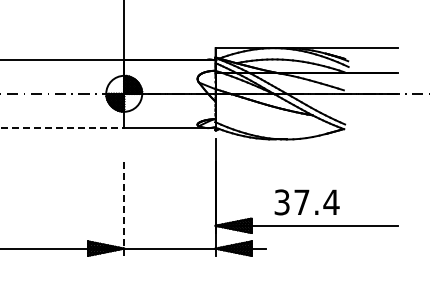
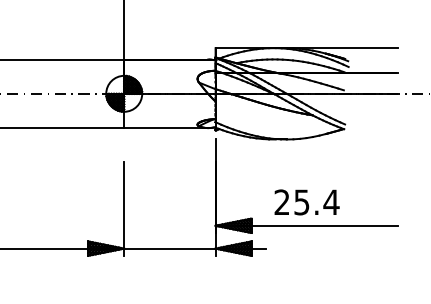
line at (62, 128): dashed -> solid
text at (291, 202): 37.4 -> 25.4
line at (124, 209): dashed -> solid
